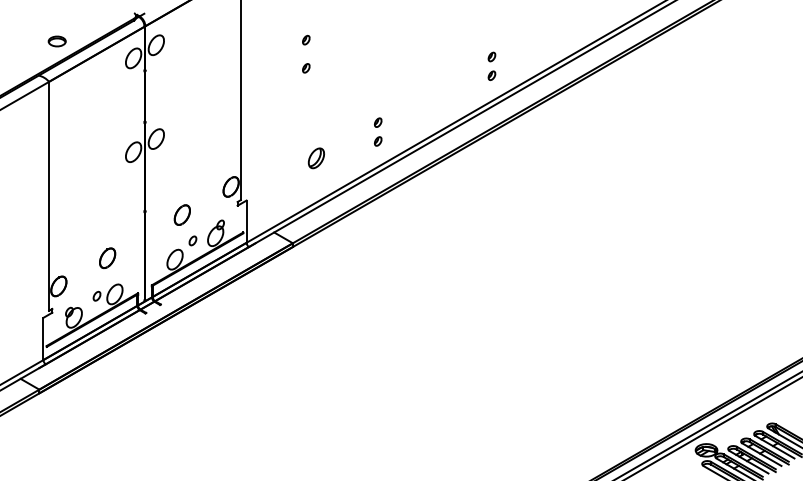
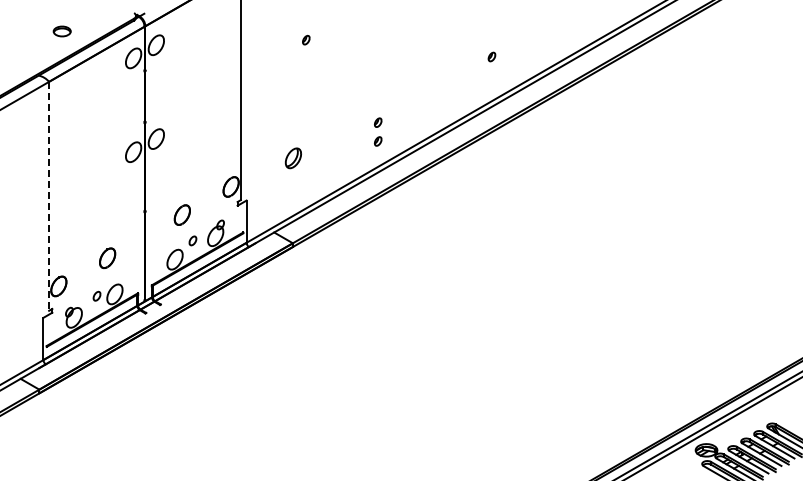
part at (56, 41) position: (56, 41) -> (61, 31)
part at (306, 68): present -> none
part at (491, 75): present -> none
part at (315, 158) position: (315, 158) -> (292, 158)
line at (49, 196): solid -> dashed
